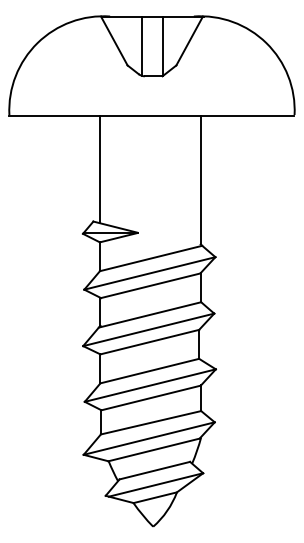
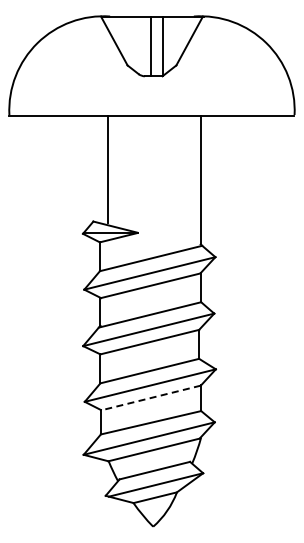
line at (142, 46) position: (142, 46) -> (151, 46)
line at (100, 169) position: (100, 169) -> (108, 169)
line at (150, 398): solid -> dashed
